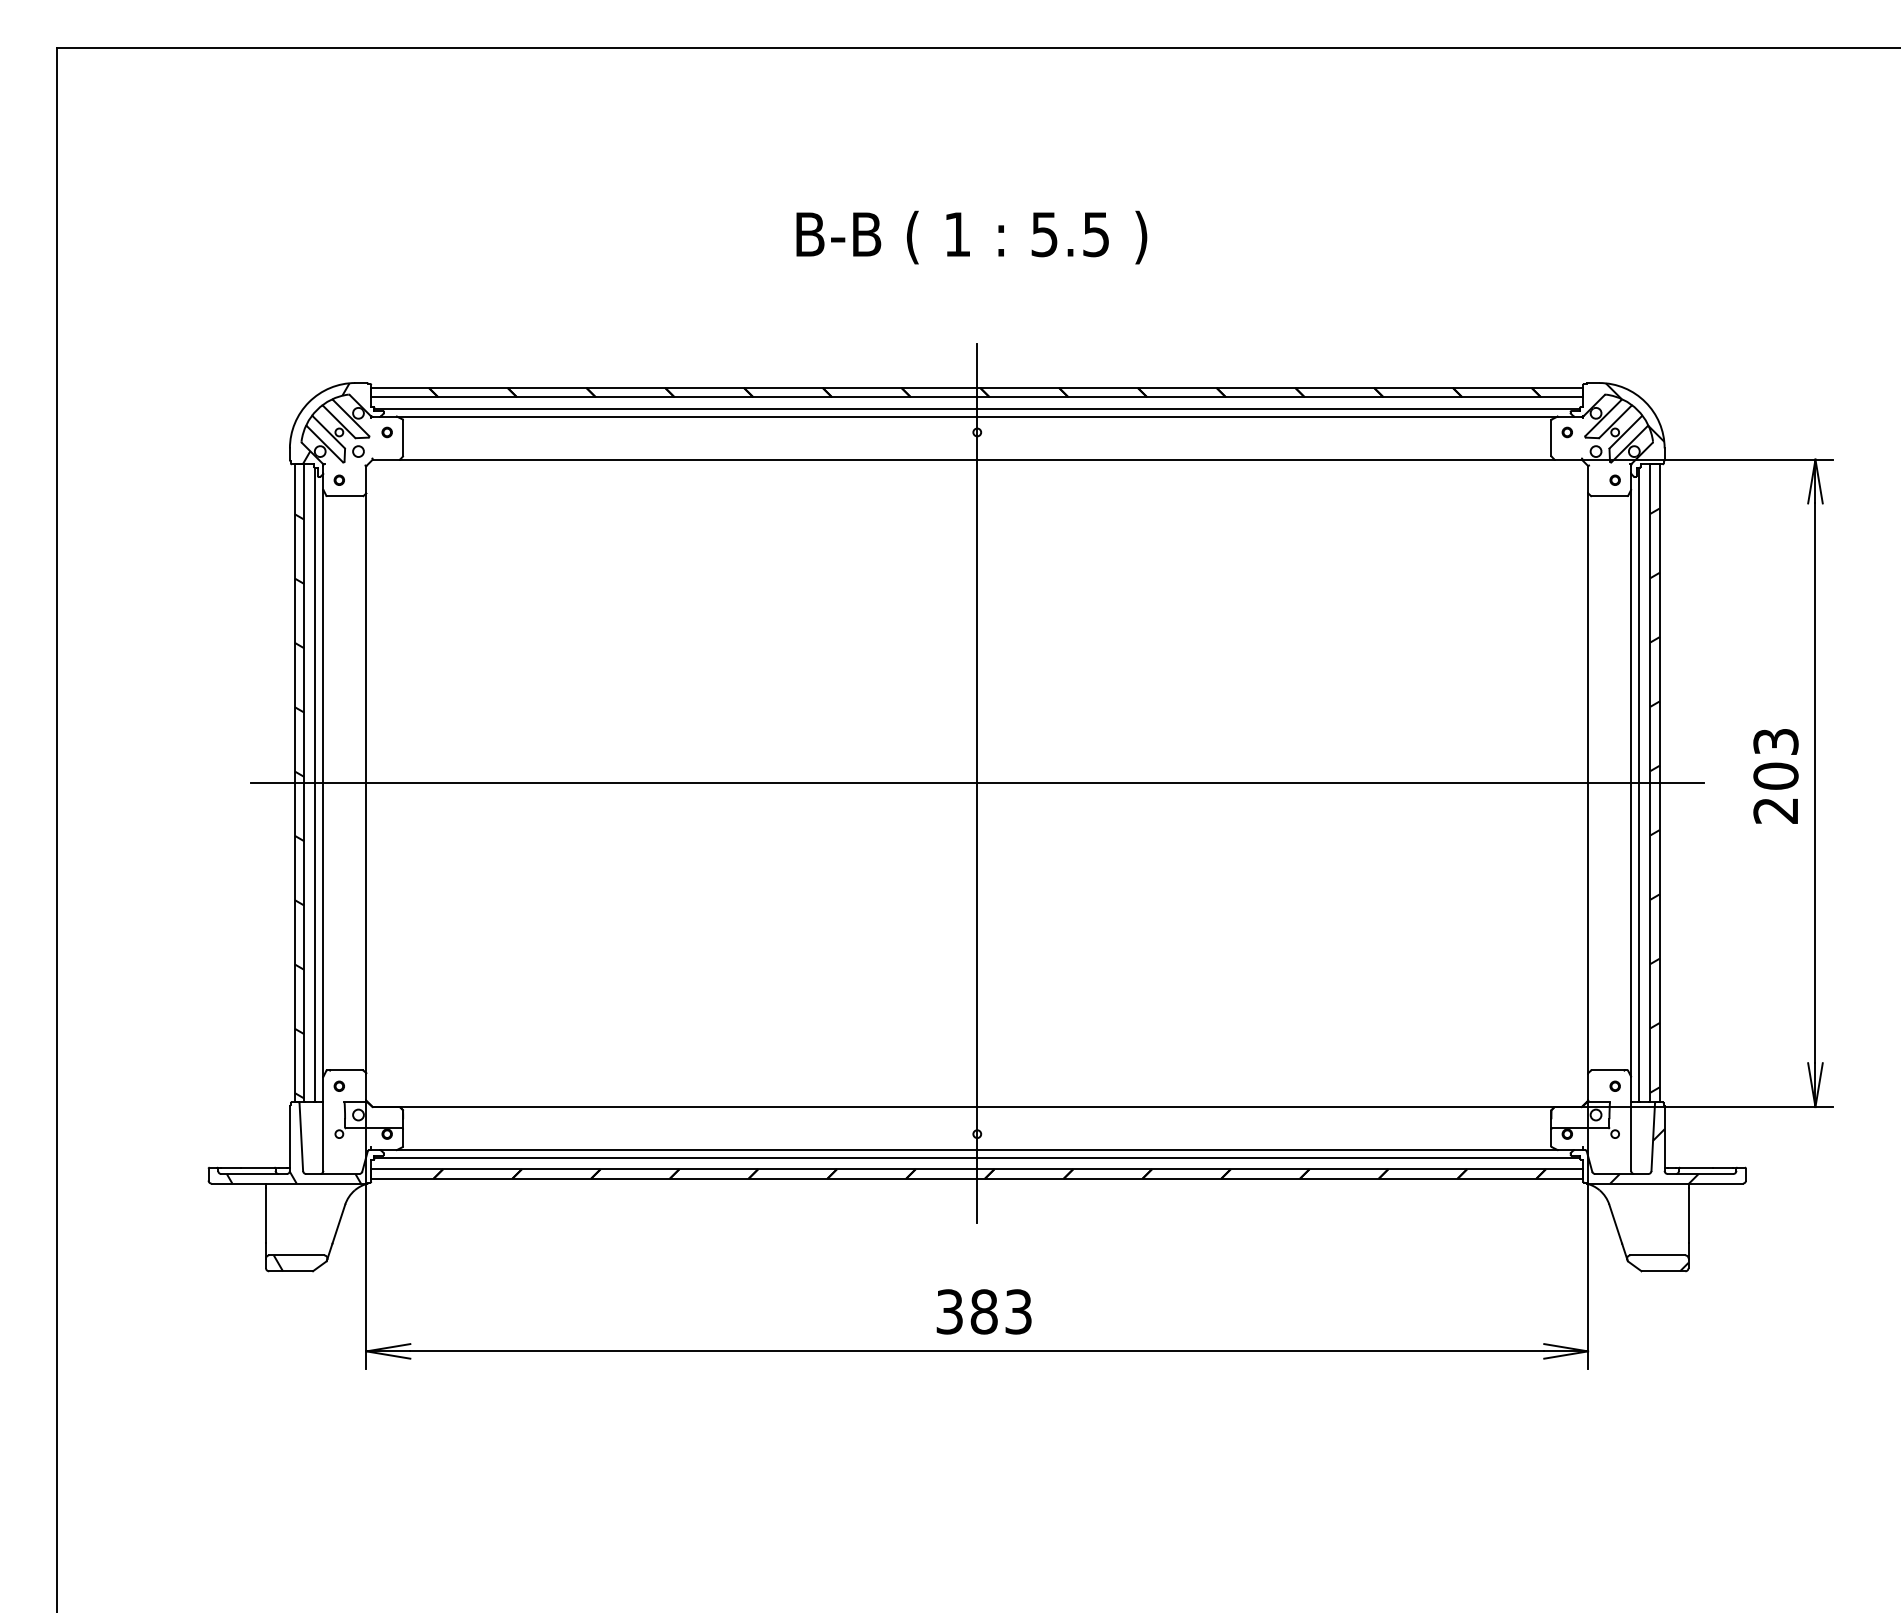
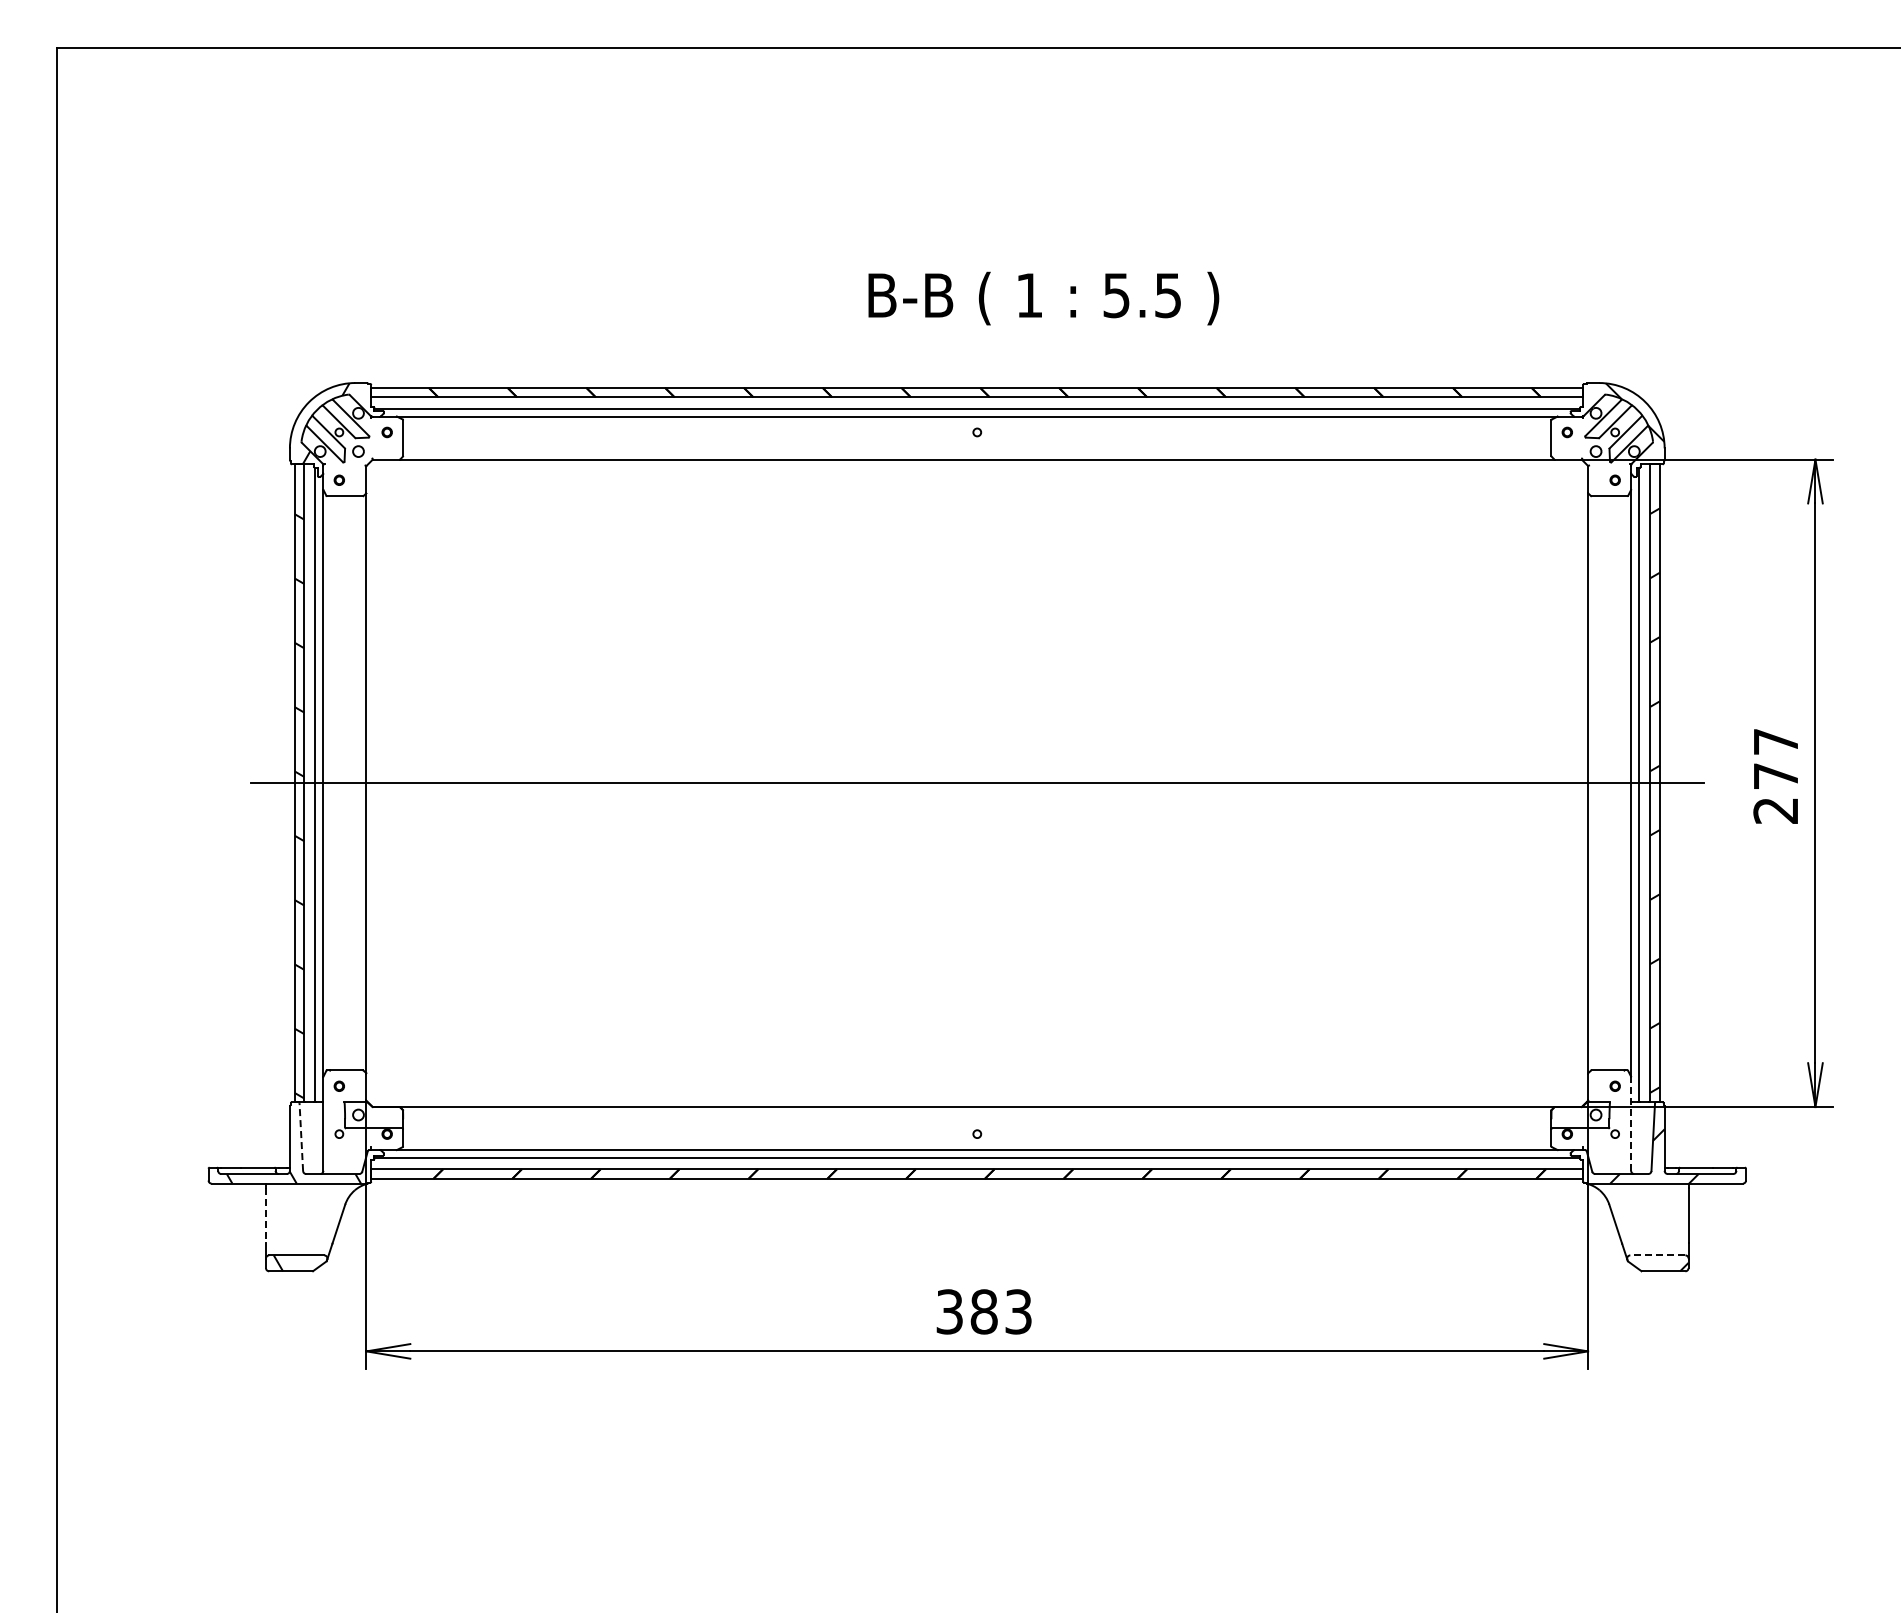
text at (971, 237) position: (971, 237) -> (1043, 298)
text at (1775, 759): 203 -> 277
line at (977, 782): present -> none
line at (1631, 1123): solid -> dashed
line at (301, 1137): solid -> dashed
line at (266, 1215): solid -> dashed
line at (1657, 1255): solid -> dashed
